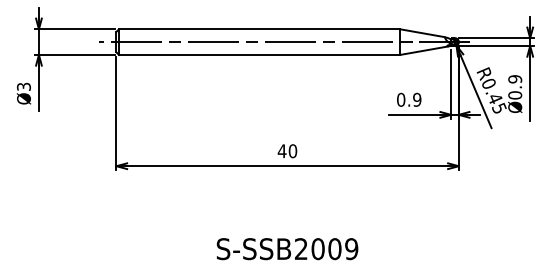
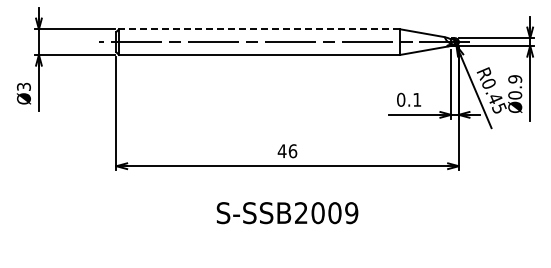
line at (259, 29): solid -> dashed
text at (417, 99): 0.9 -> 0.1
text at (293, 150): 40 -> 46
text at (287, 249) position: (287, 249) -> (287, 213)
